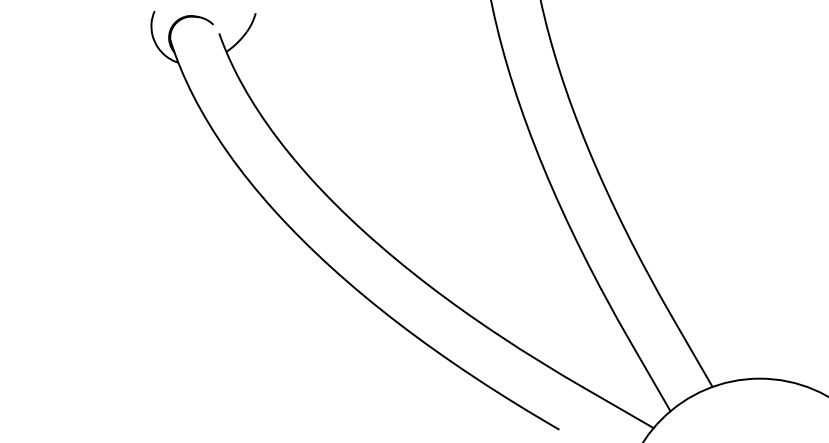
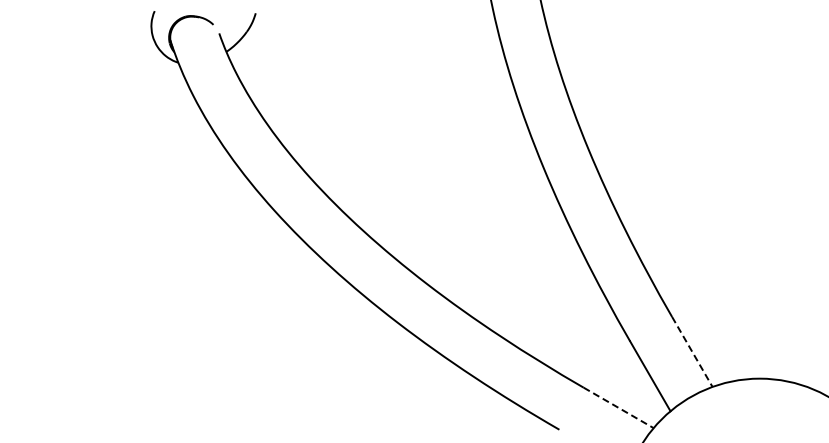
line at (692, 352): solid -> dashed
line at (619, 408): solid -> dashed
